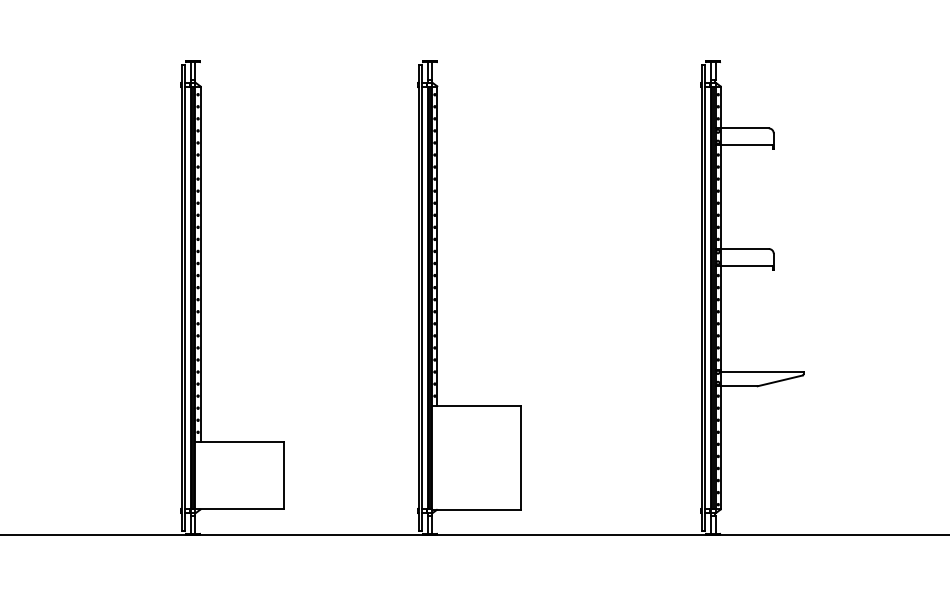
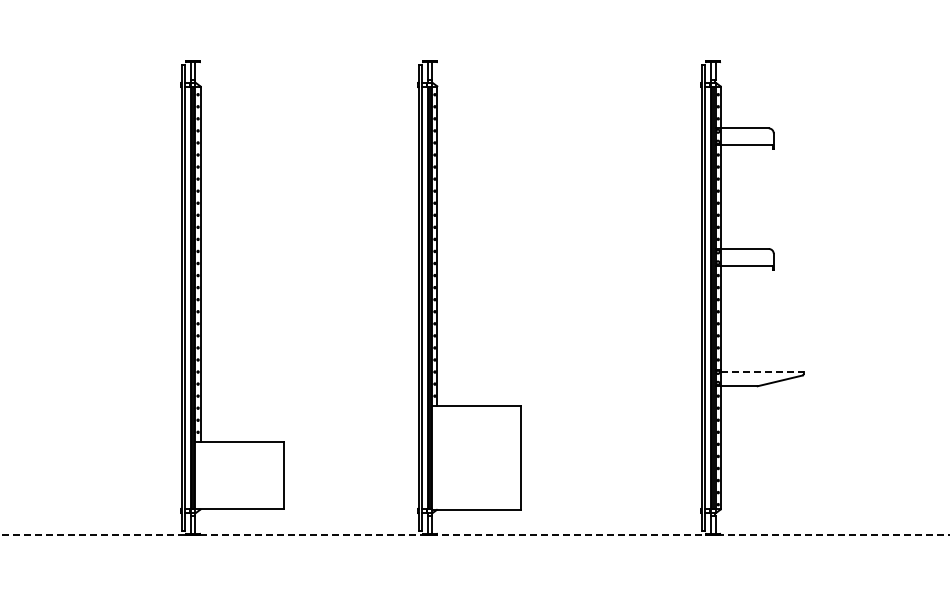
line at (762, 371): solid -> dashed
line at (475, 535): solid -> dashed
